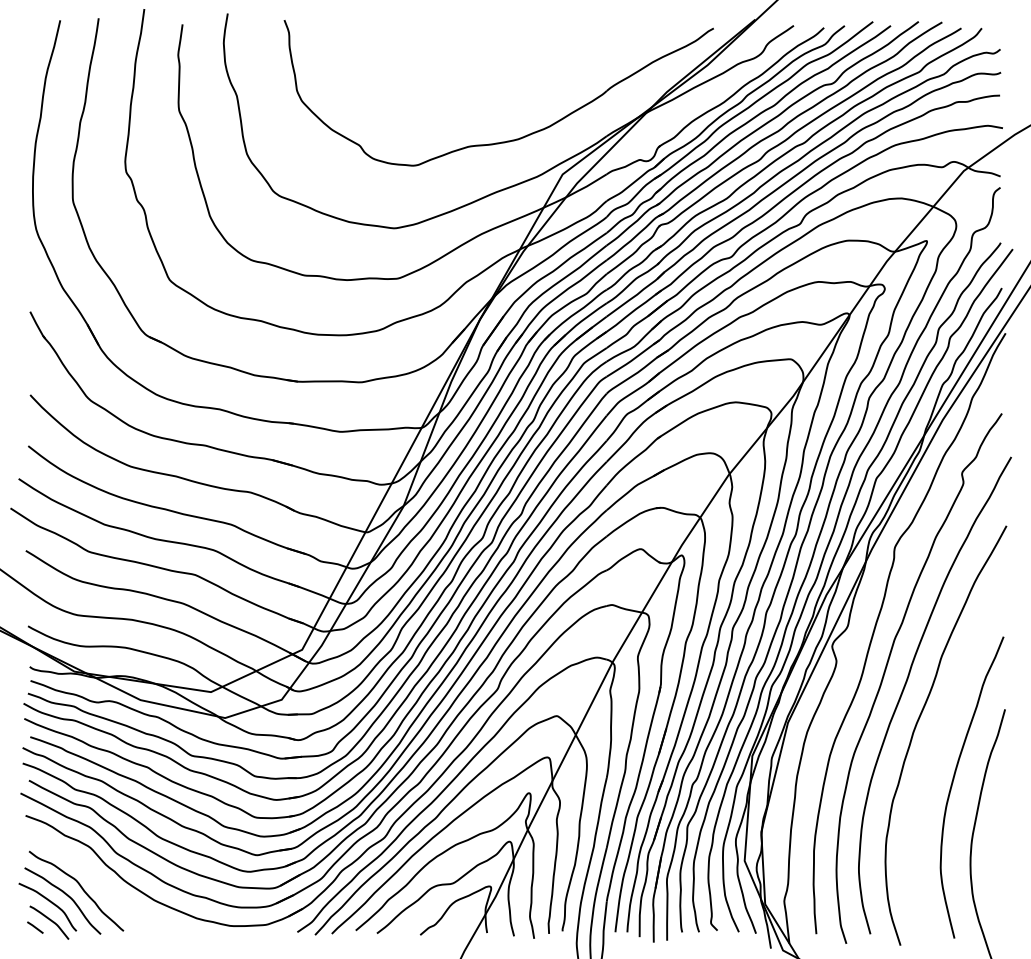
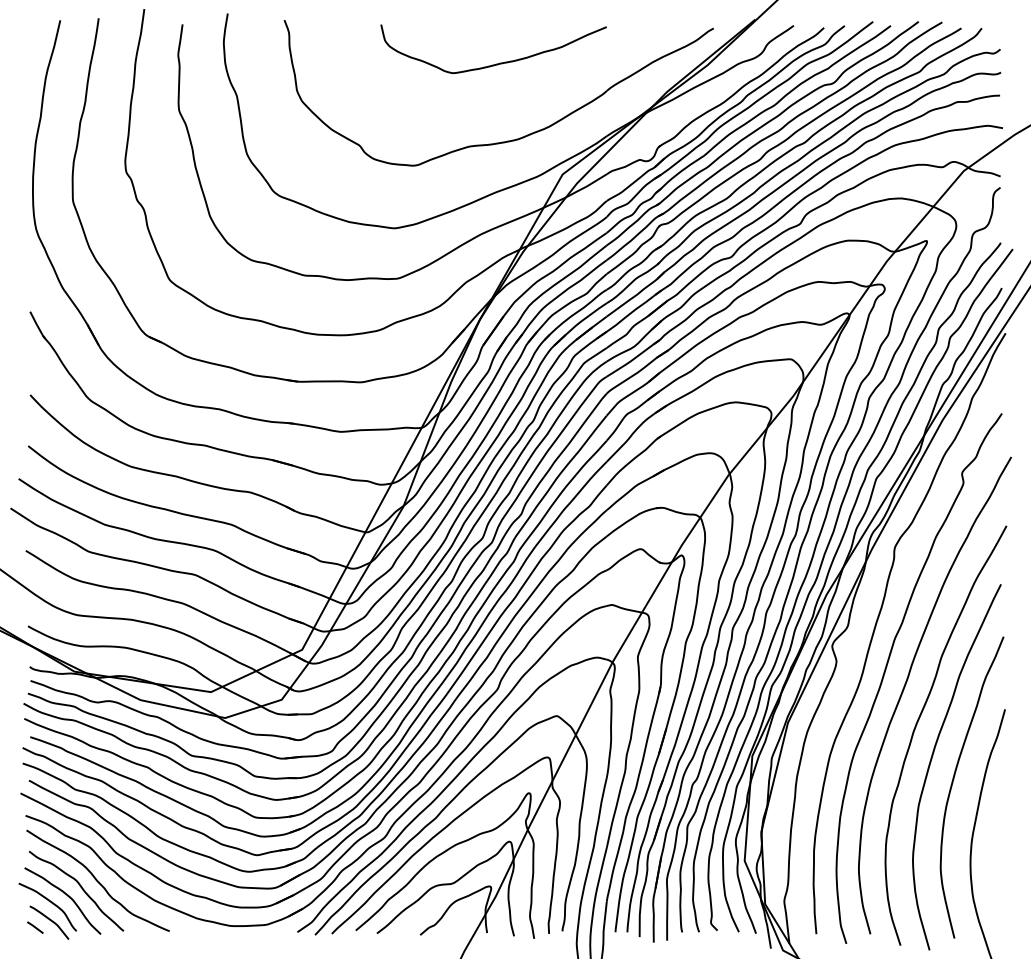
curve at (496, 63): none -> present
curve at (932, 759): none -> present
curve at (97, 880): none -> present
